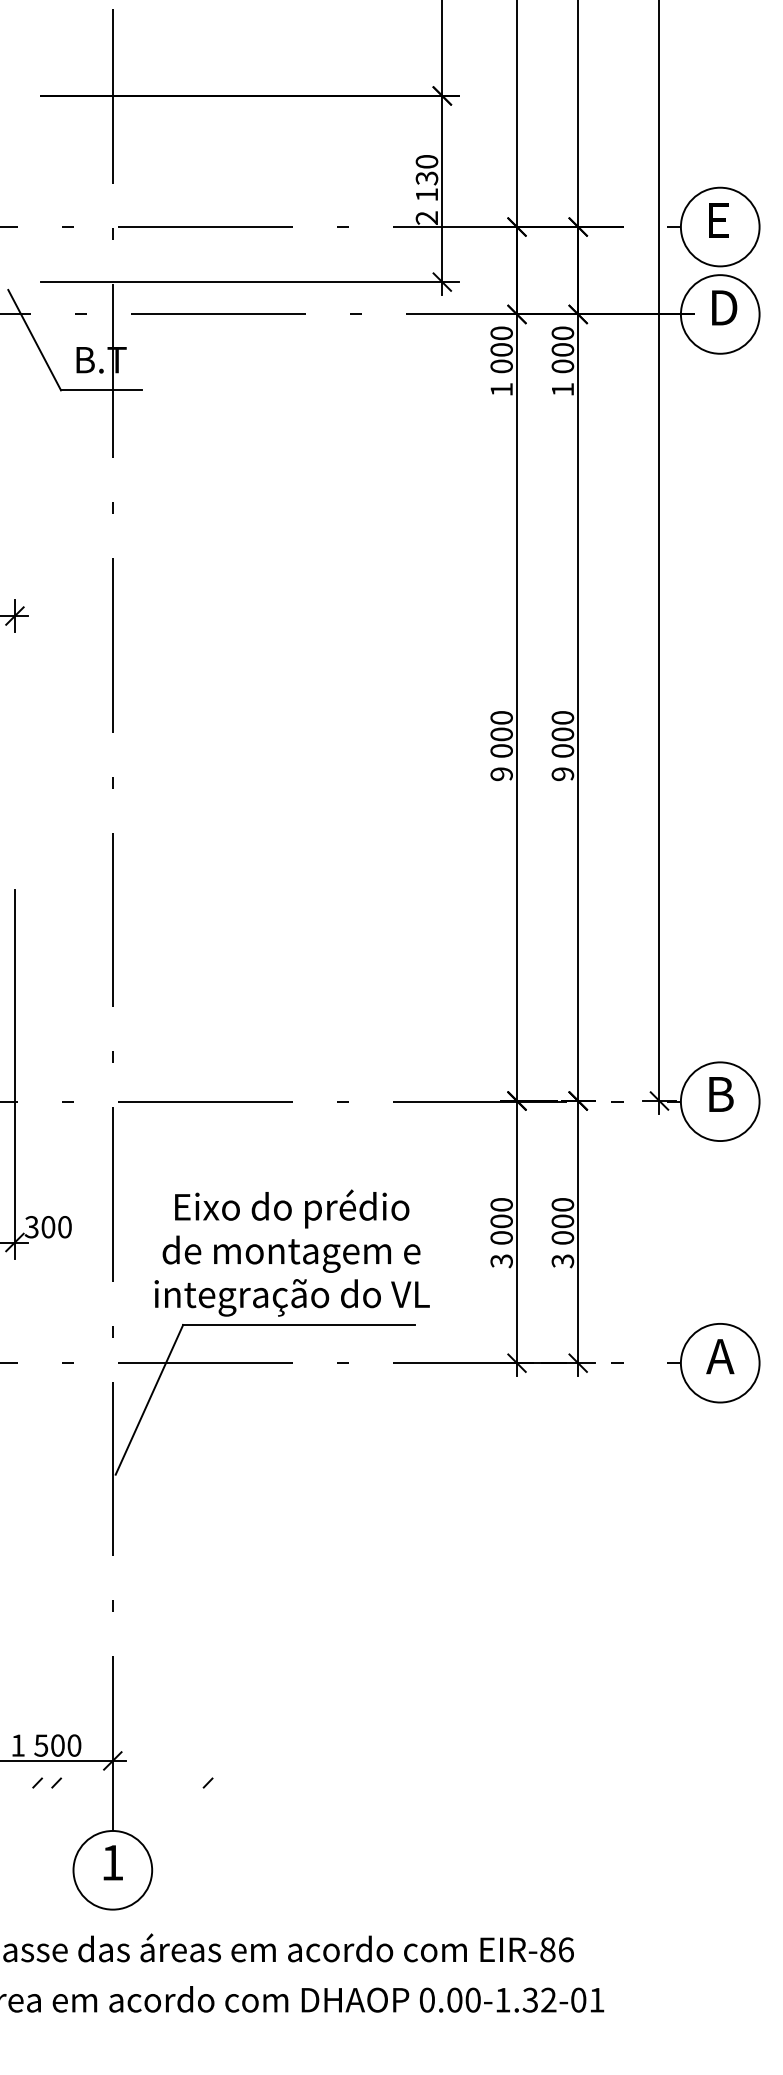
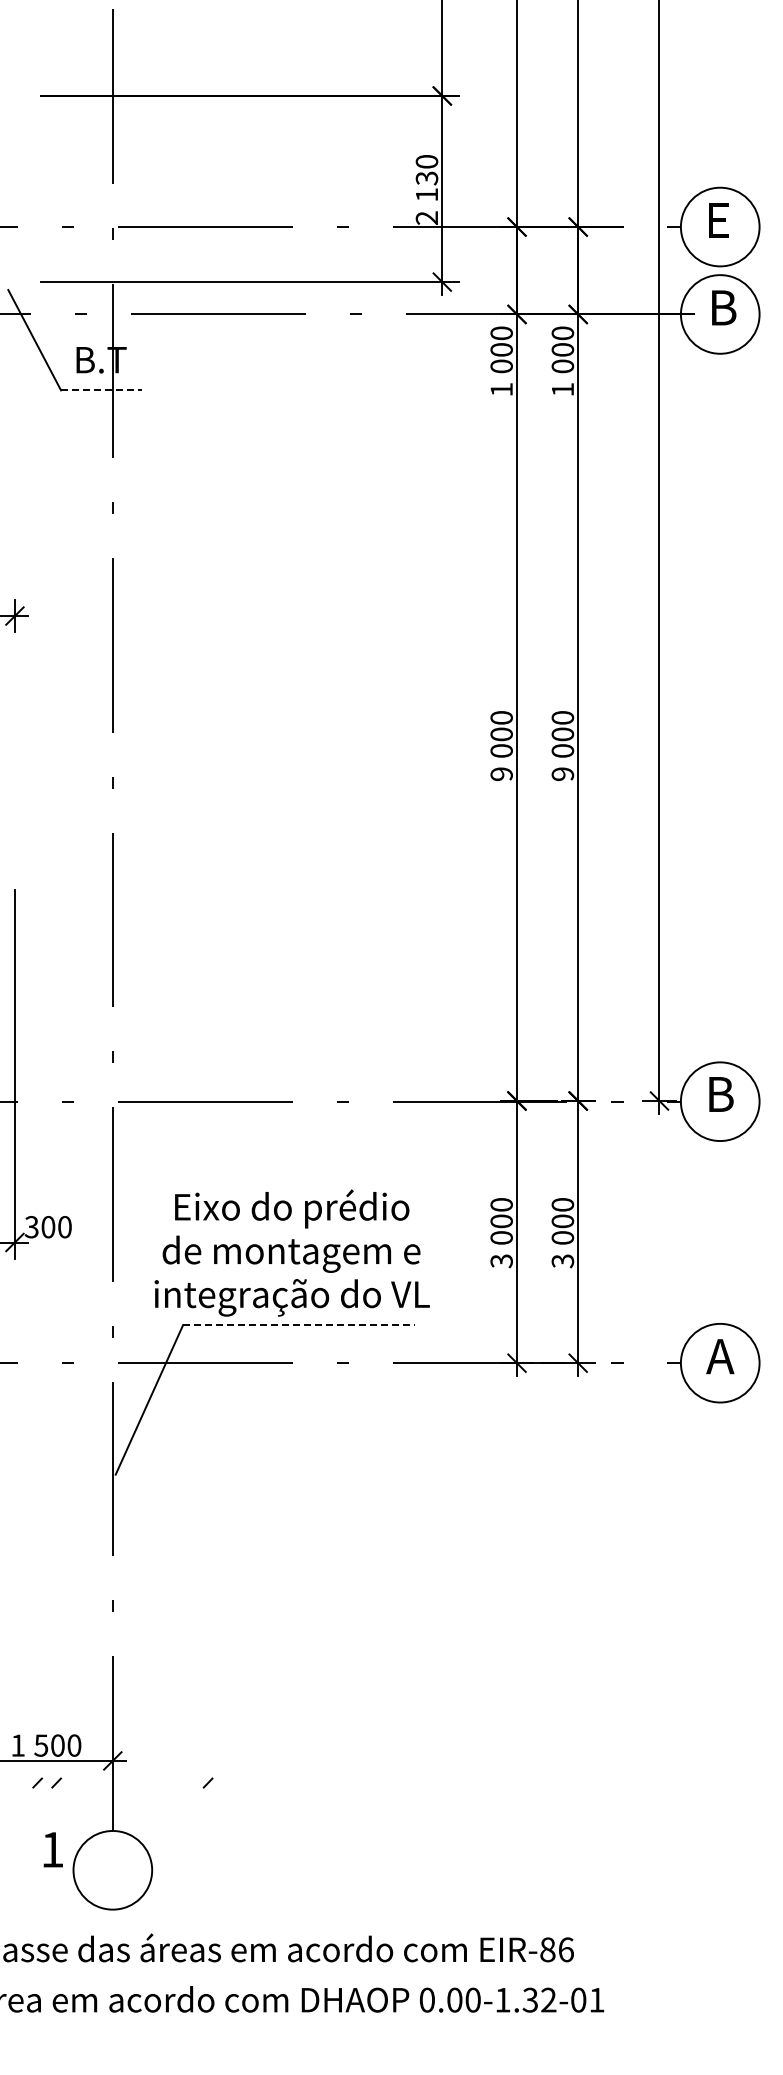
text at (726, 307): D -> B
line at (101, 390): solid -> dashed
line at (298, 1324): solid -> dashed
text at (112, 1862) position: (112, 1862) -> (52, 1849)
